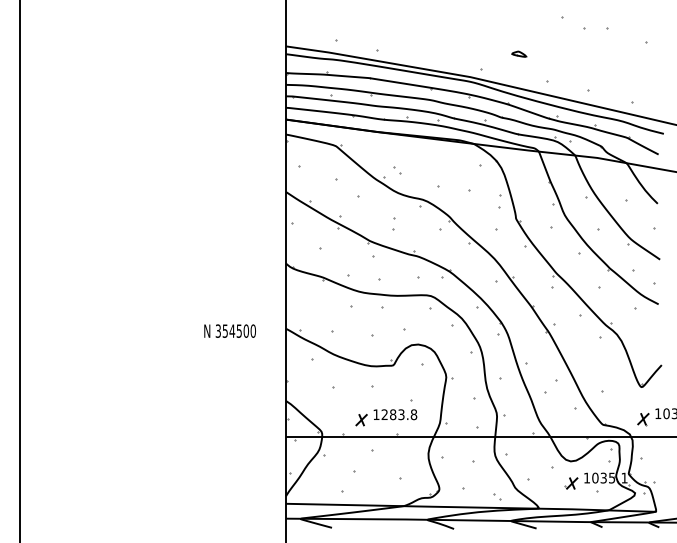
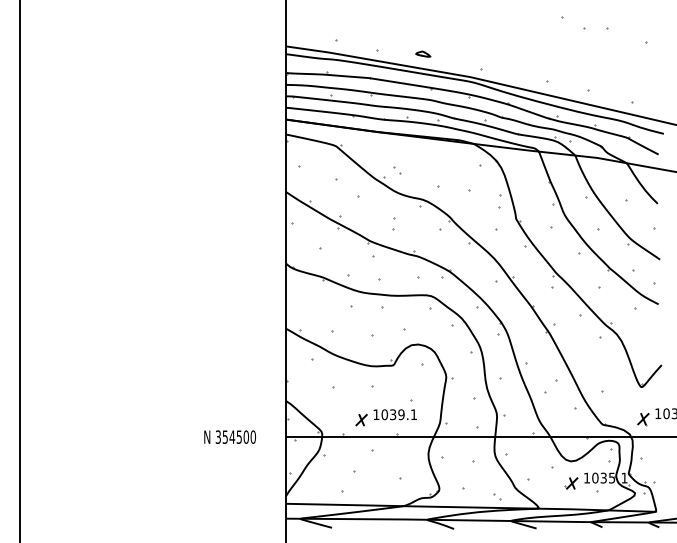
part at (519, 53) position: (519, 53) -> (423, 53)
text at (229, 330) position: (229, 330) -> (229, 436)
text at (399, 414): 1283.8 -> 1039.1
